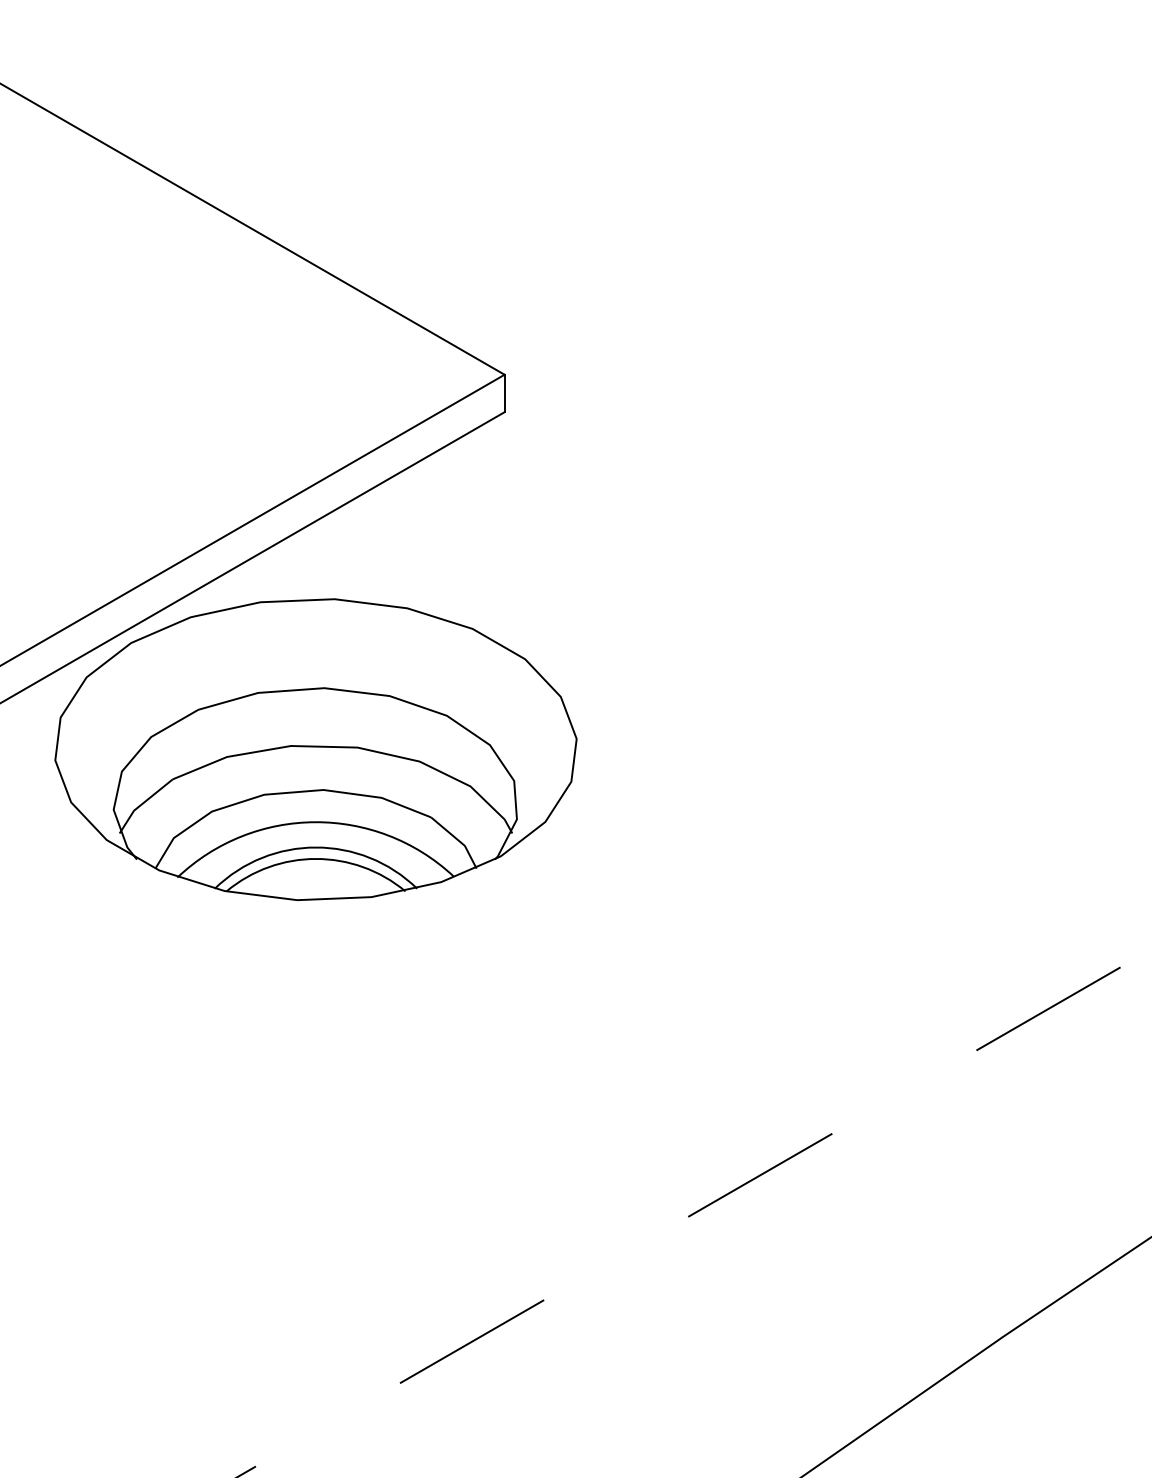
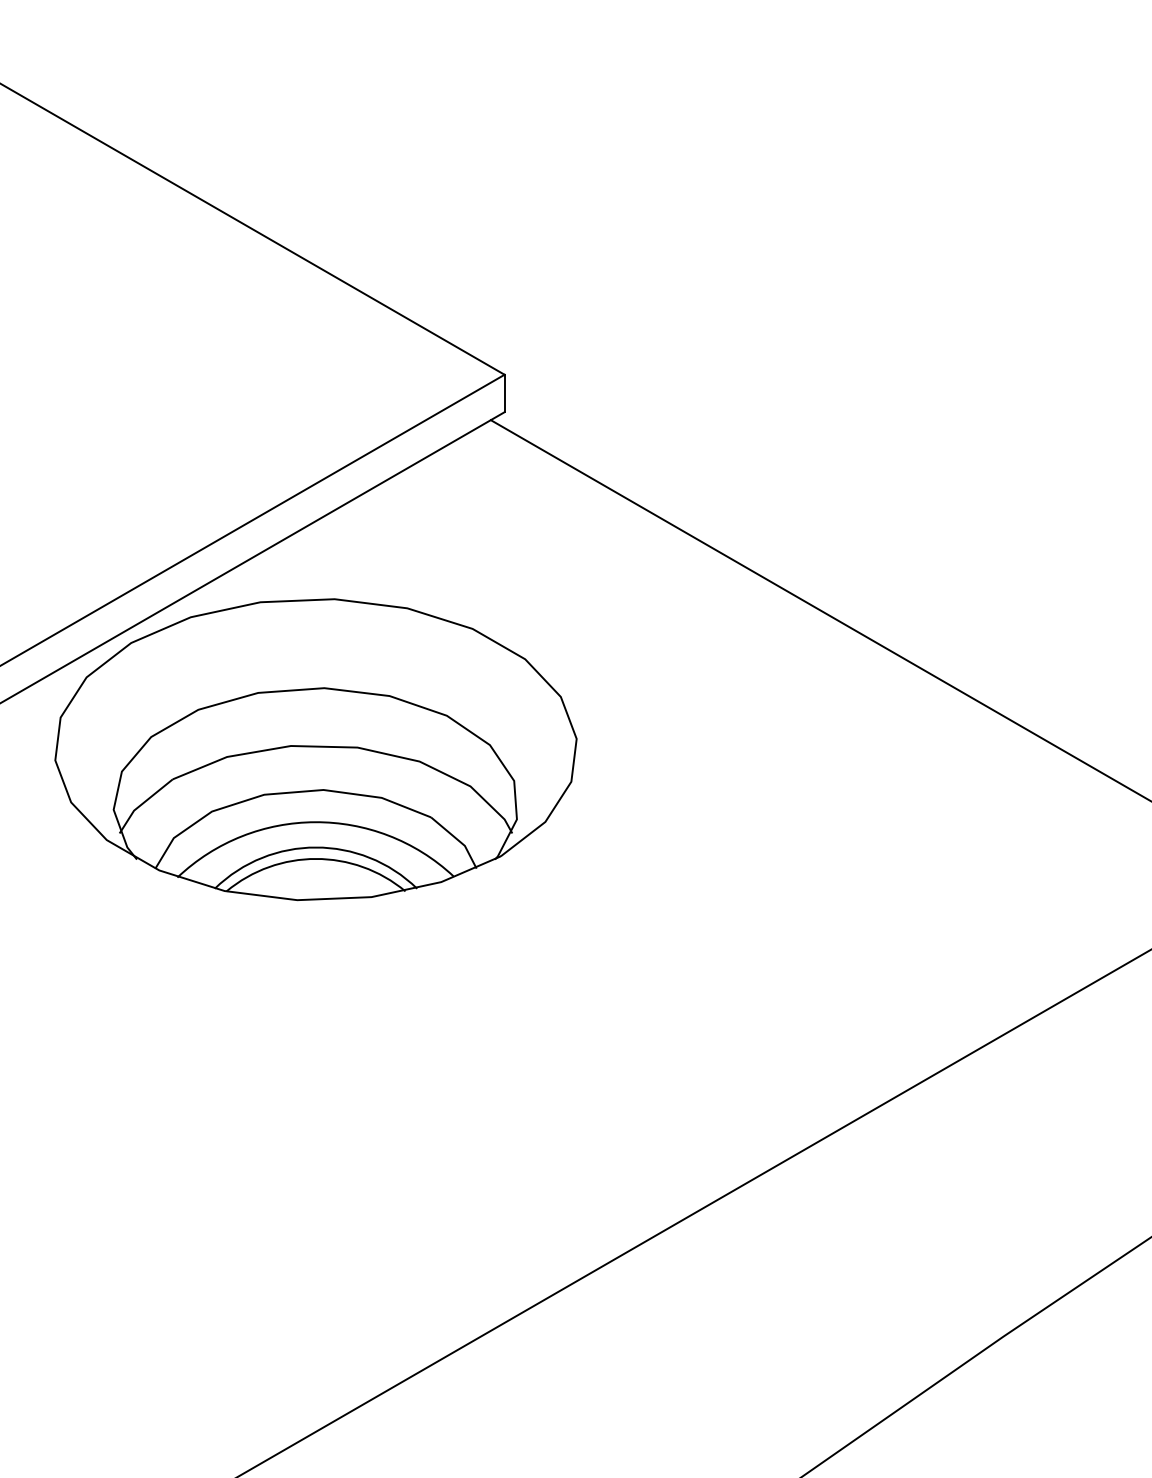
line at (819, 609): none -> present
line at (694, 1213): dashed -> solid
